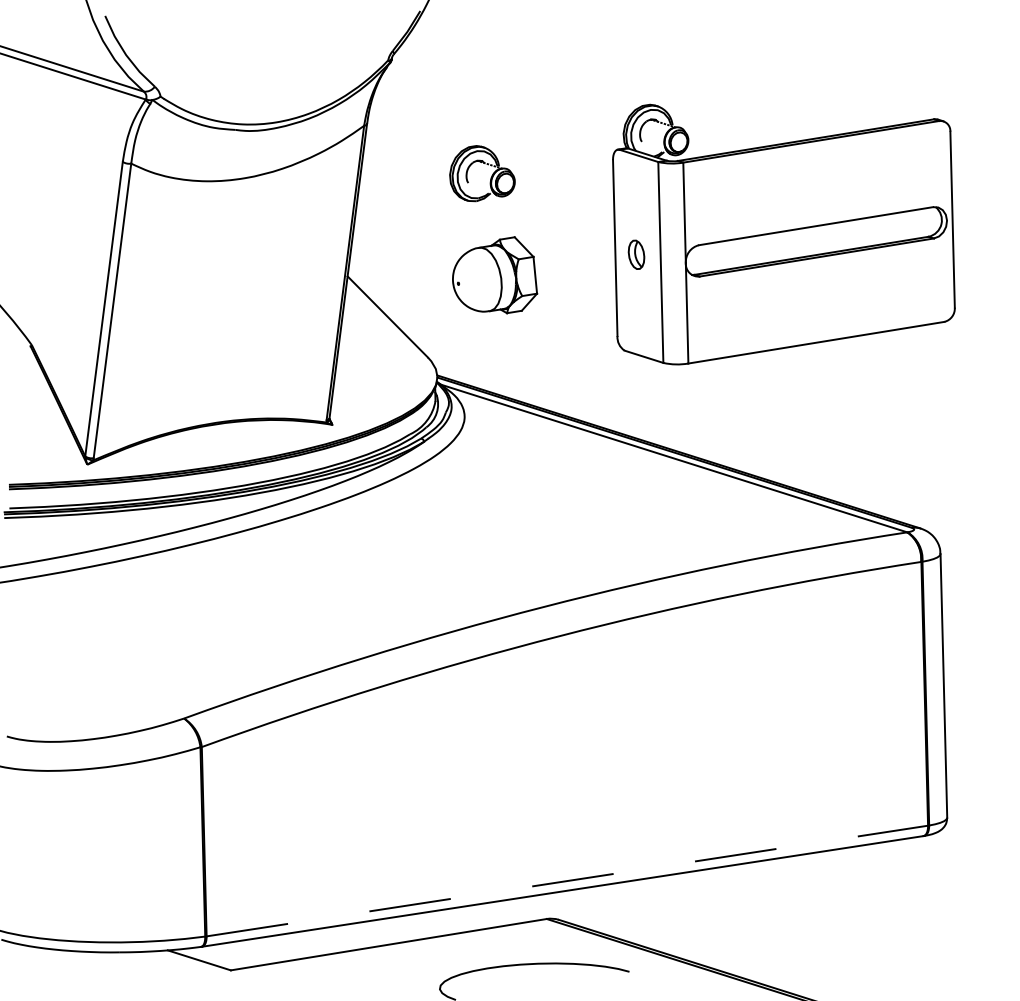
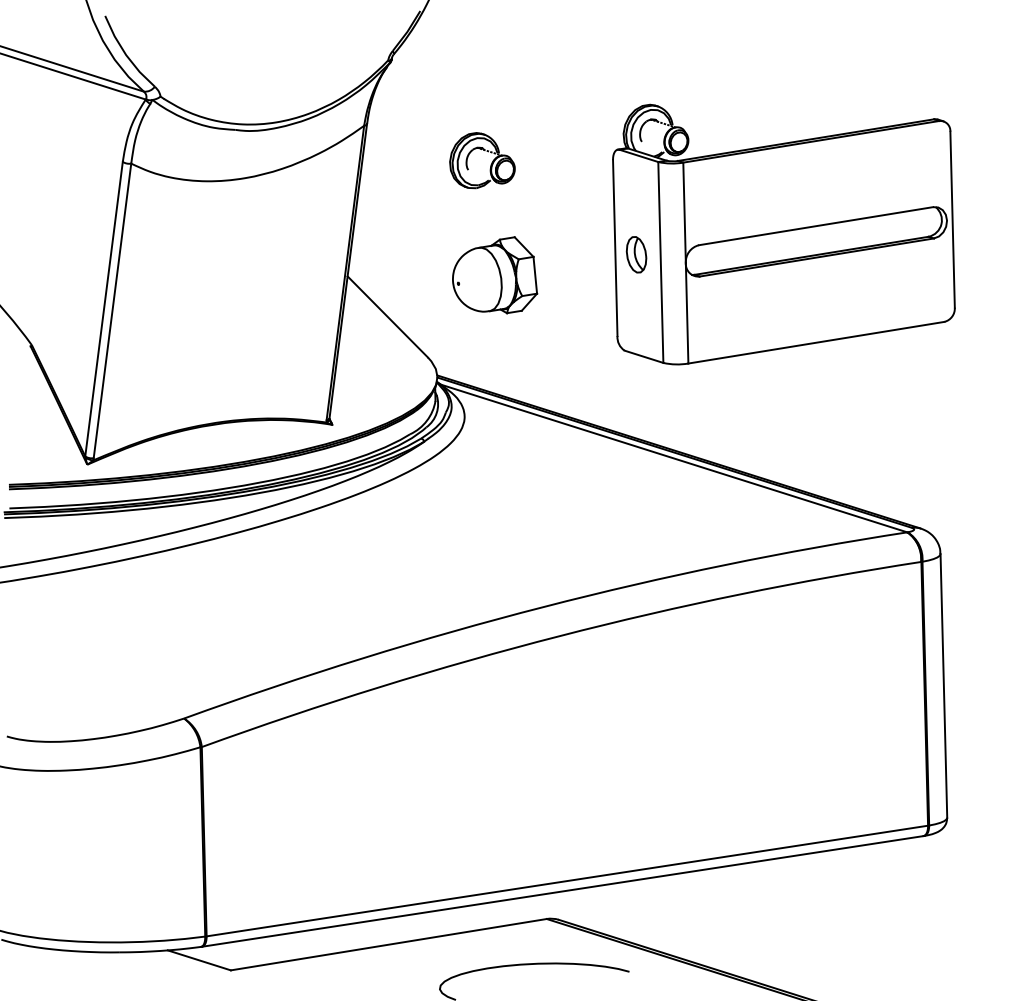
part at (482, 173) position: (482, 173) -> (482, 160)
part at (636, 254) size: 19x31 px -> 23x38 px
line at (567, 881): dashed -> solid
